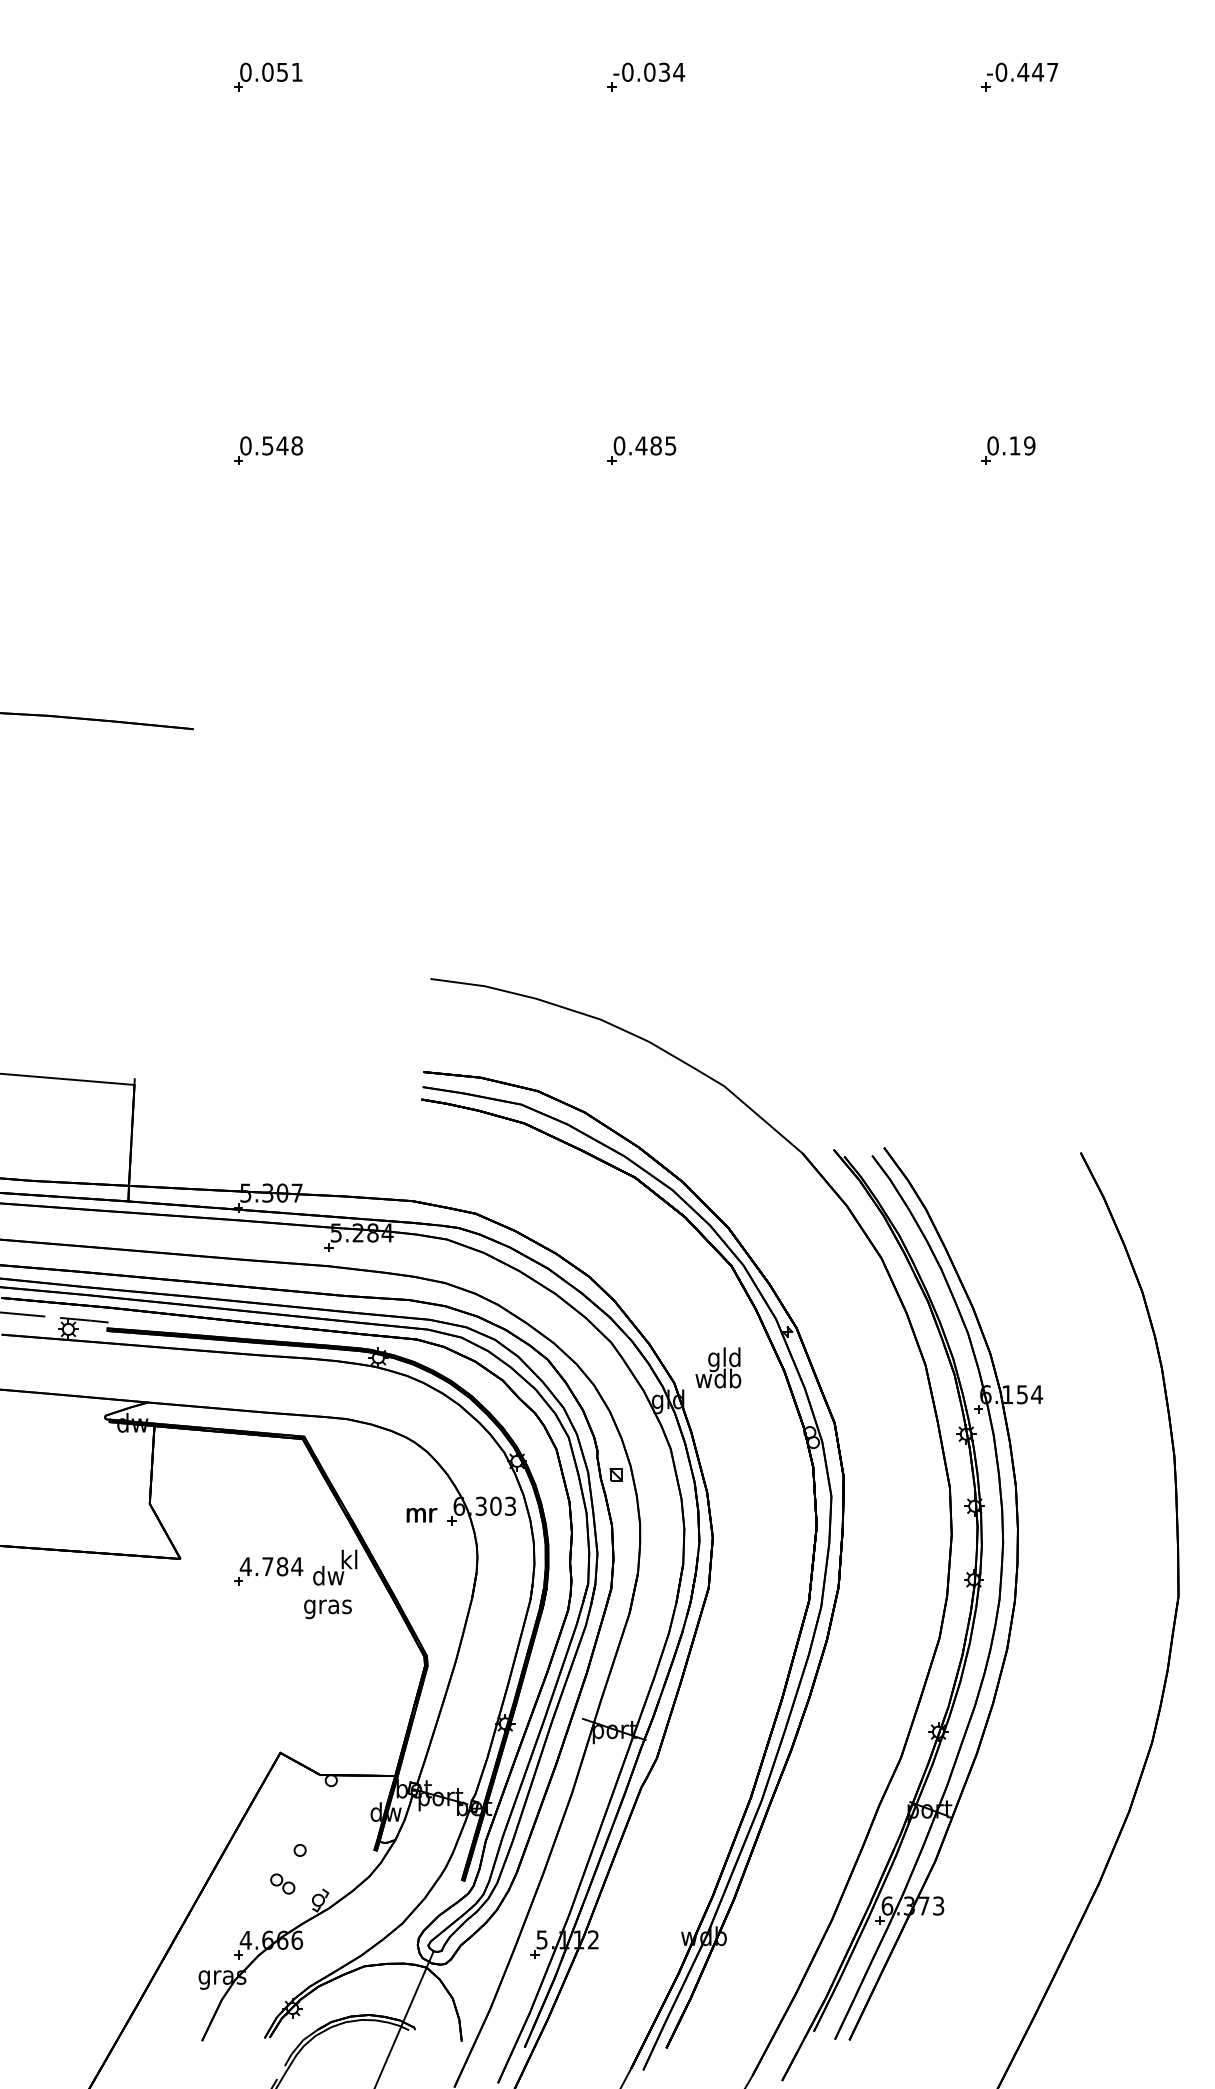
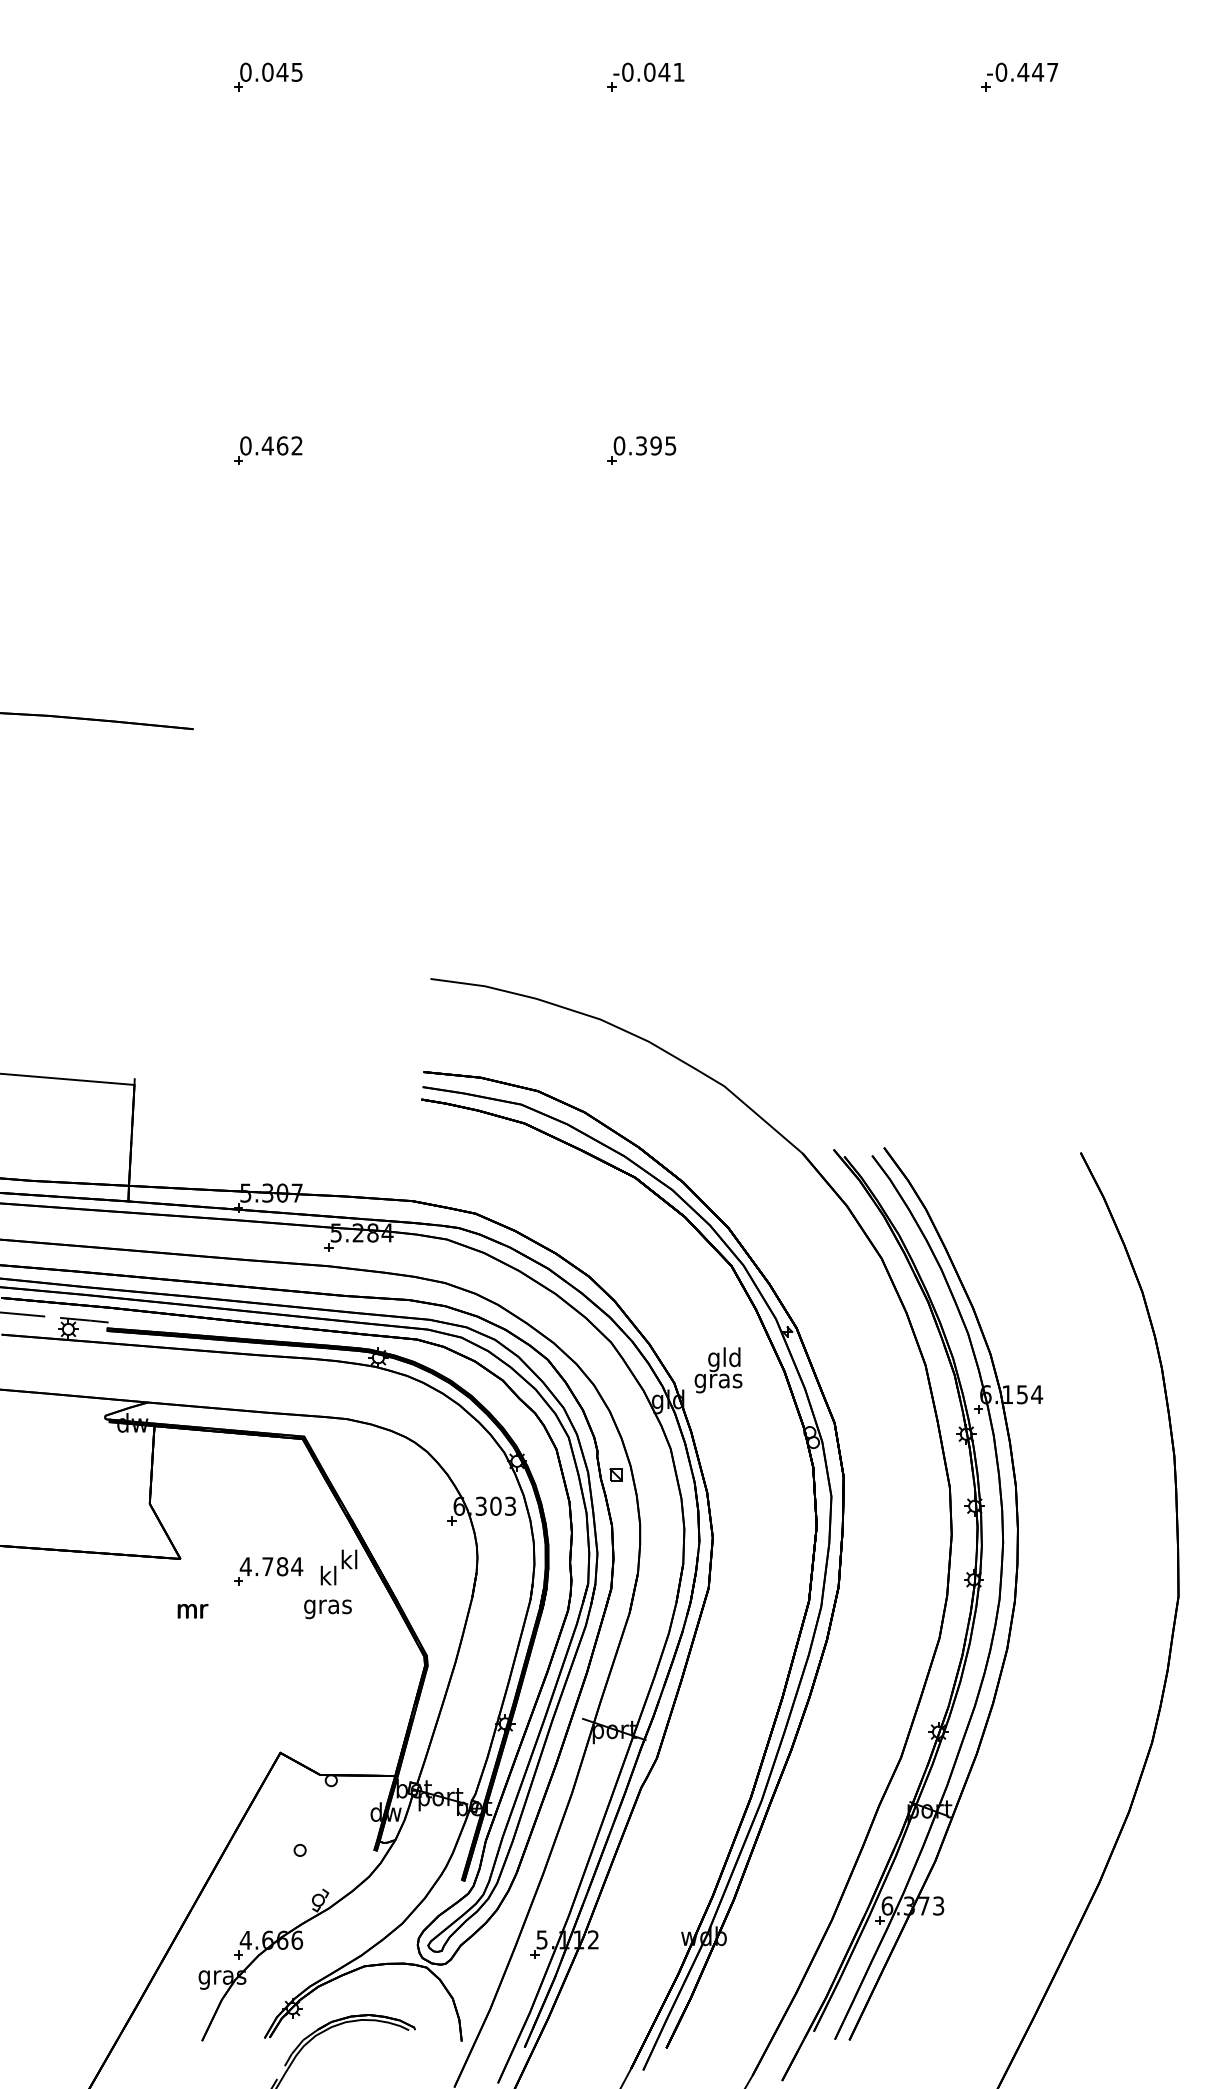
text at (671, 71): -0.034 -> -0.041
text at (289, 72): 0.051 -> 0.045
text at (281, 445): 0.548 -> 0.462
text at (648, 445): 0.485 -> 0.395
part at (1008, 450): present -> none
text at (718, 1380): wdb -> gras
text at (421, 1515) position: (421, 1515) -> (192, 1611)
text at (328, 1575): dw -> kl
part at (282, 1883): present -> none
line at (404, 2018): present -> none
